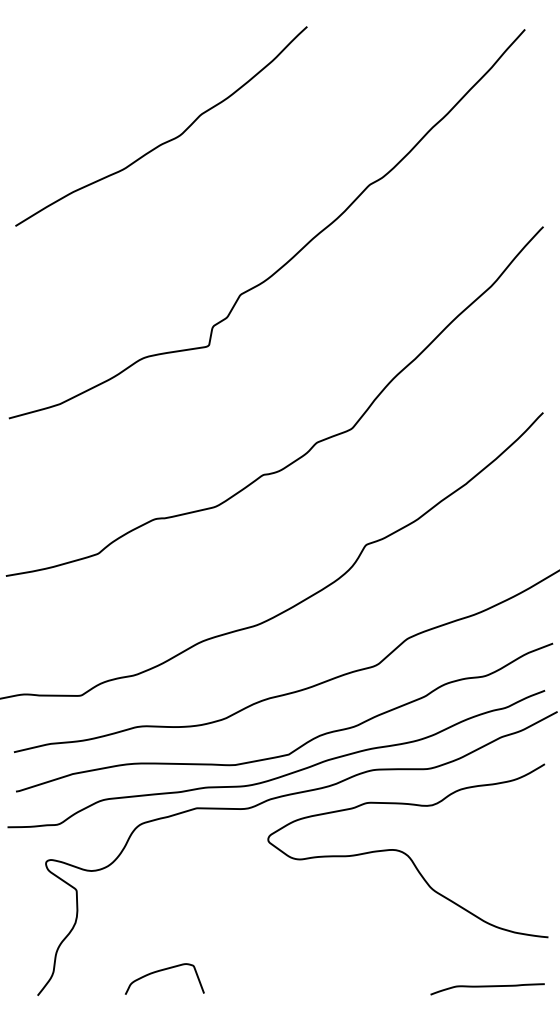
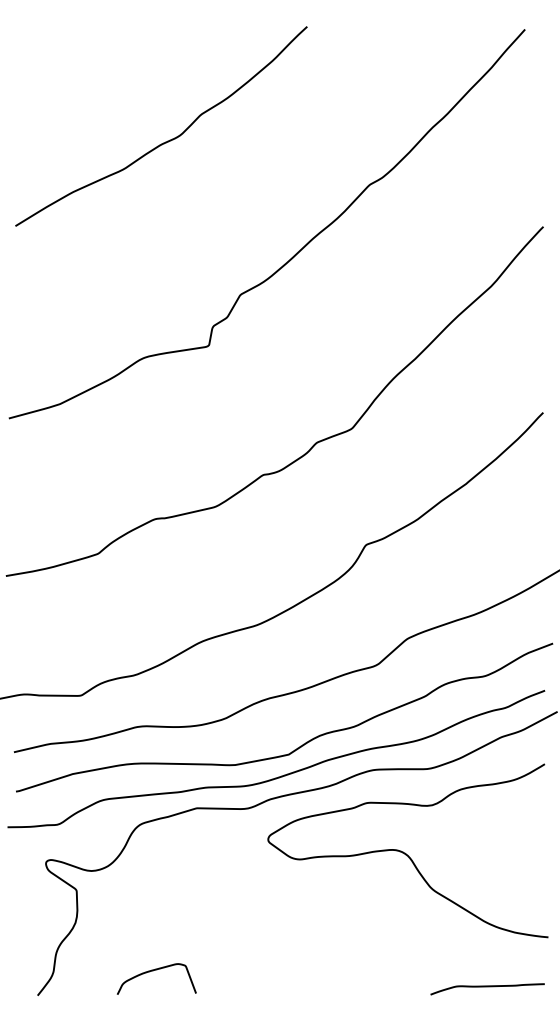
curve at (161, 971) position: (161, 971) -> (153, 971)
